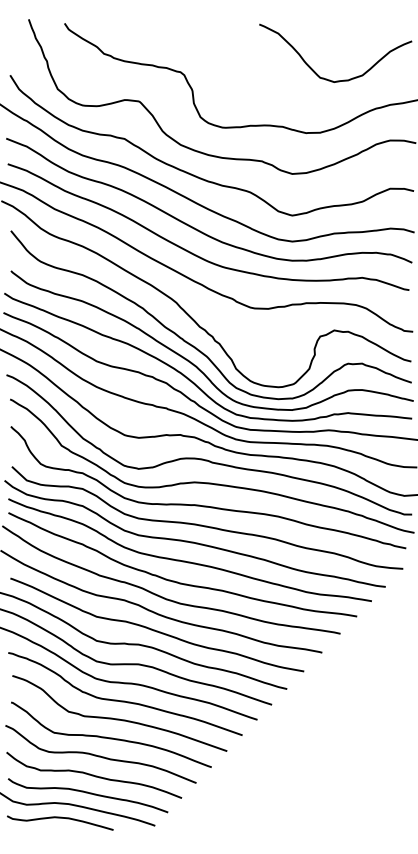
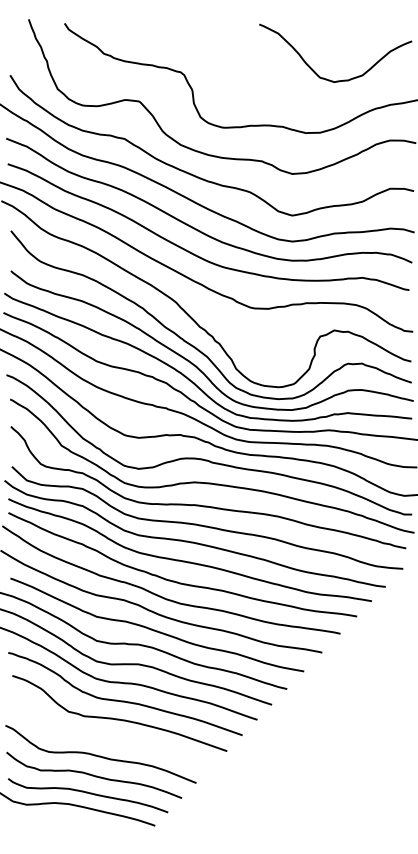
curve at (111, 737): present -> none
curve at (60, 818): present -> none
